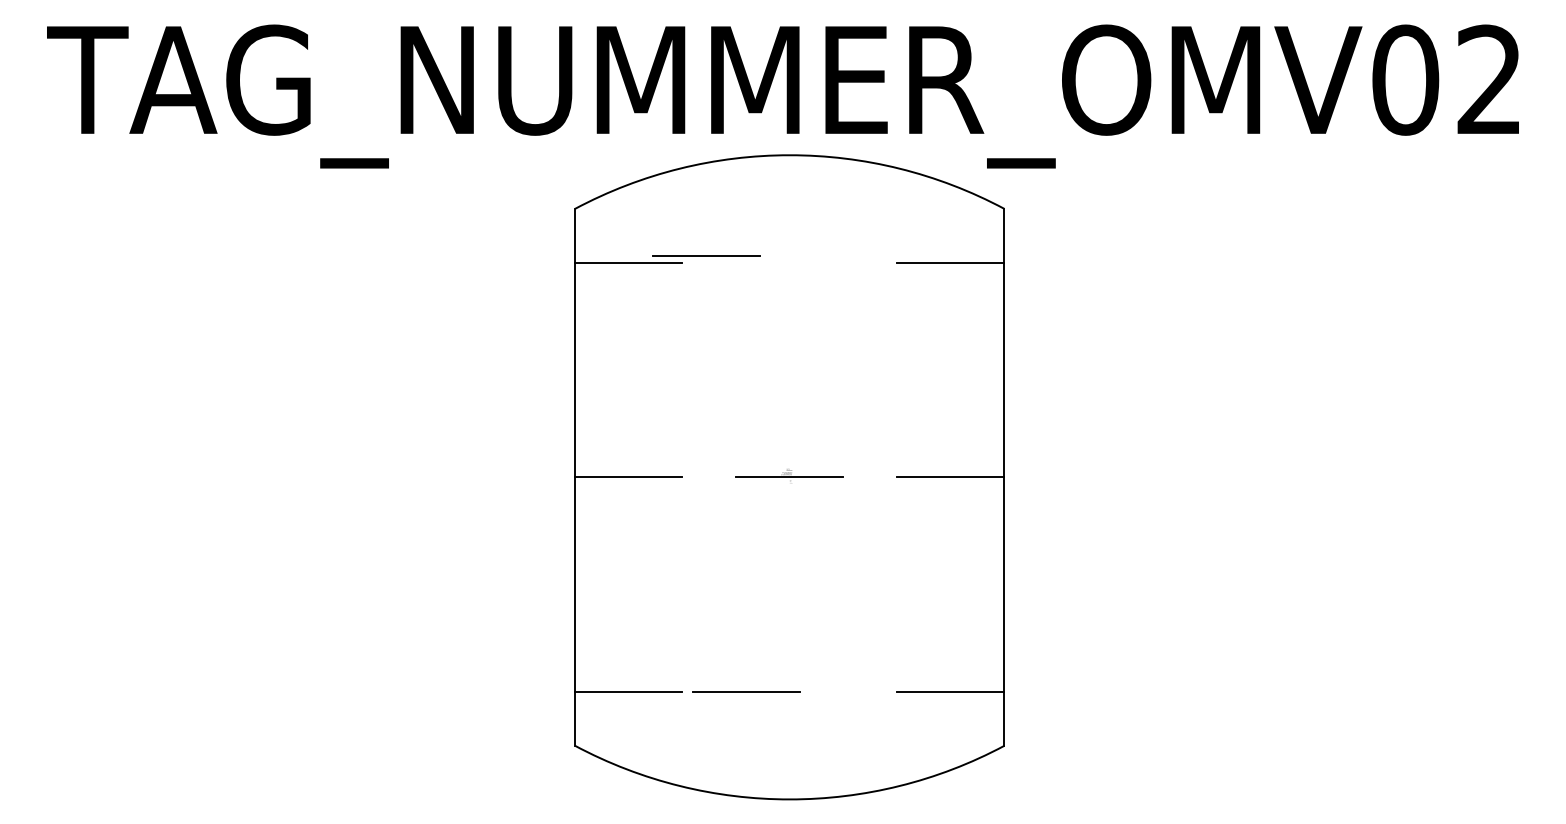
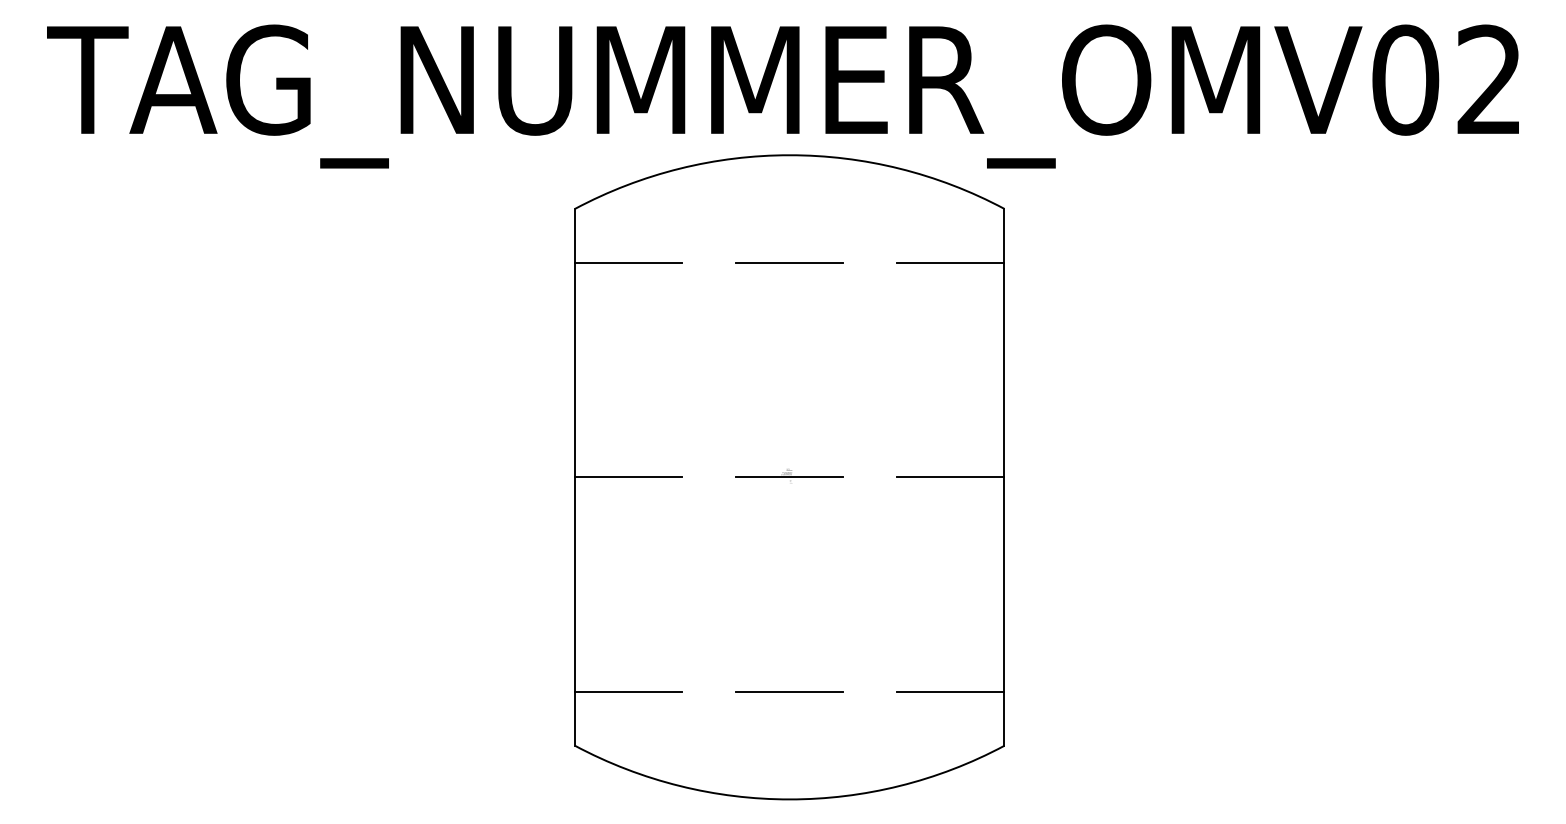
line at (706, 255) position: (706, 255) -> (789, 262)
line at (746, 691) position: (746, 691) -> (789, 691)
